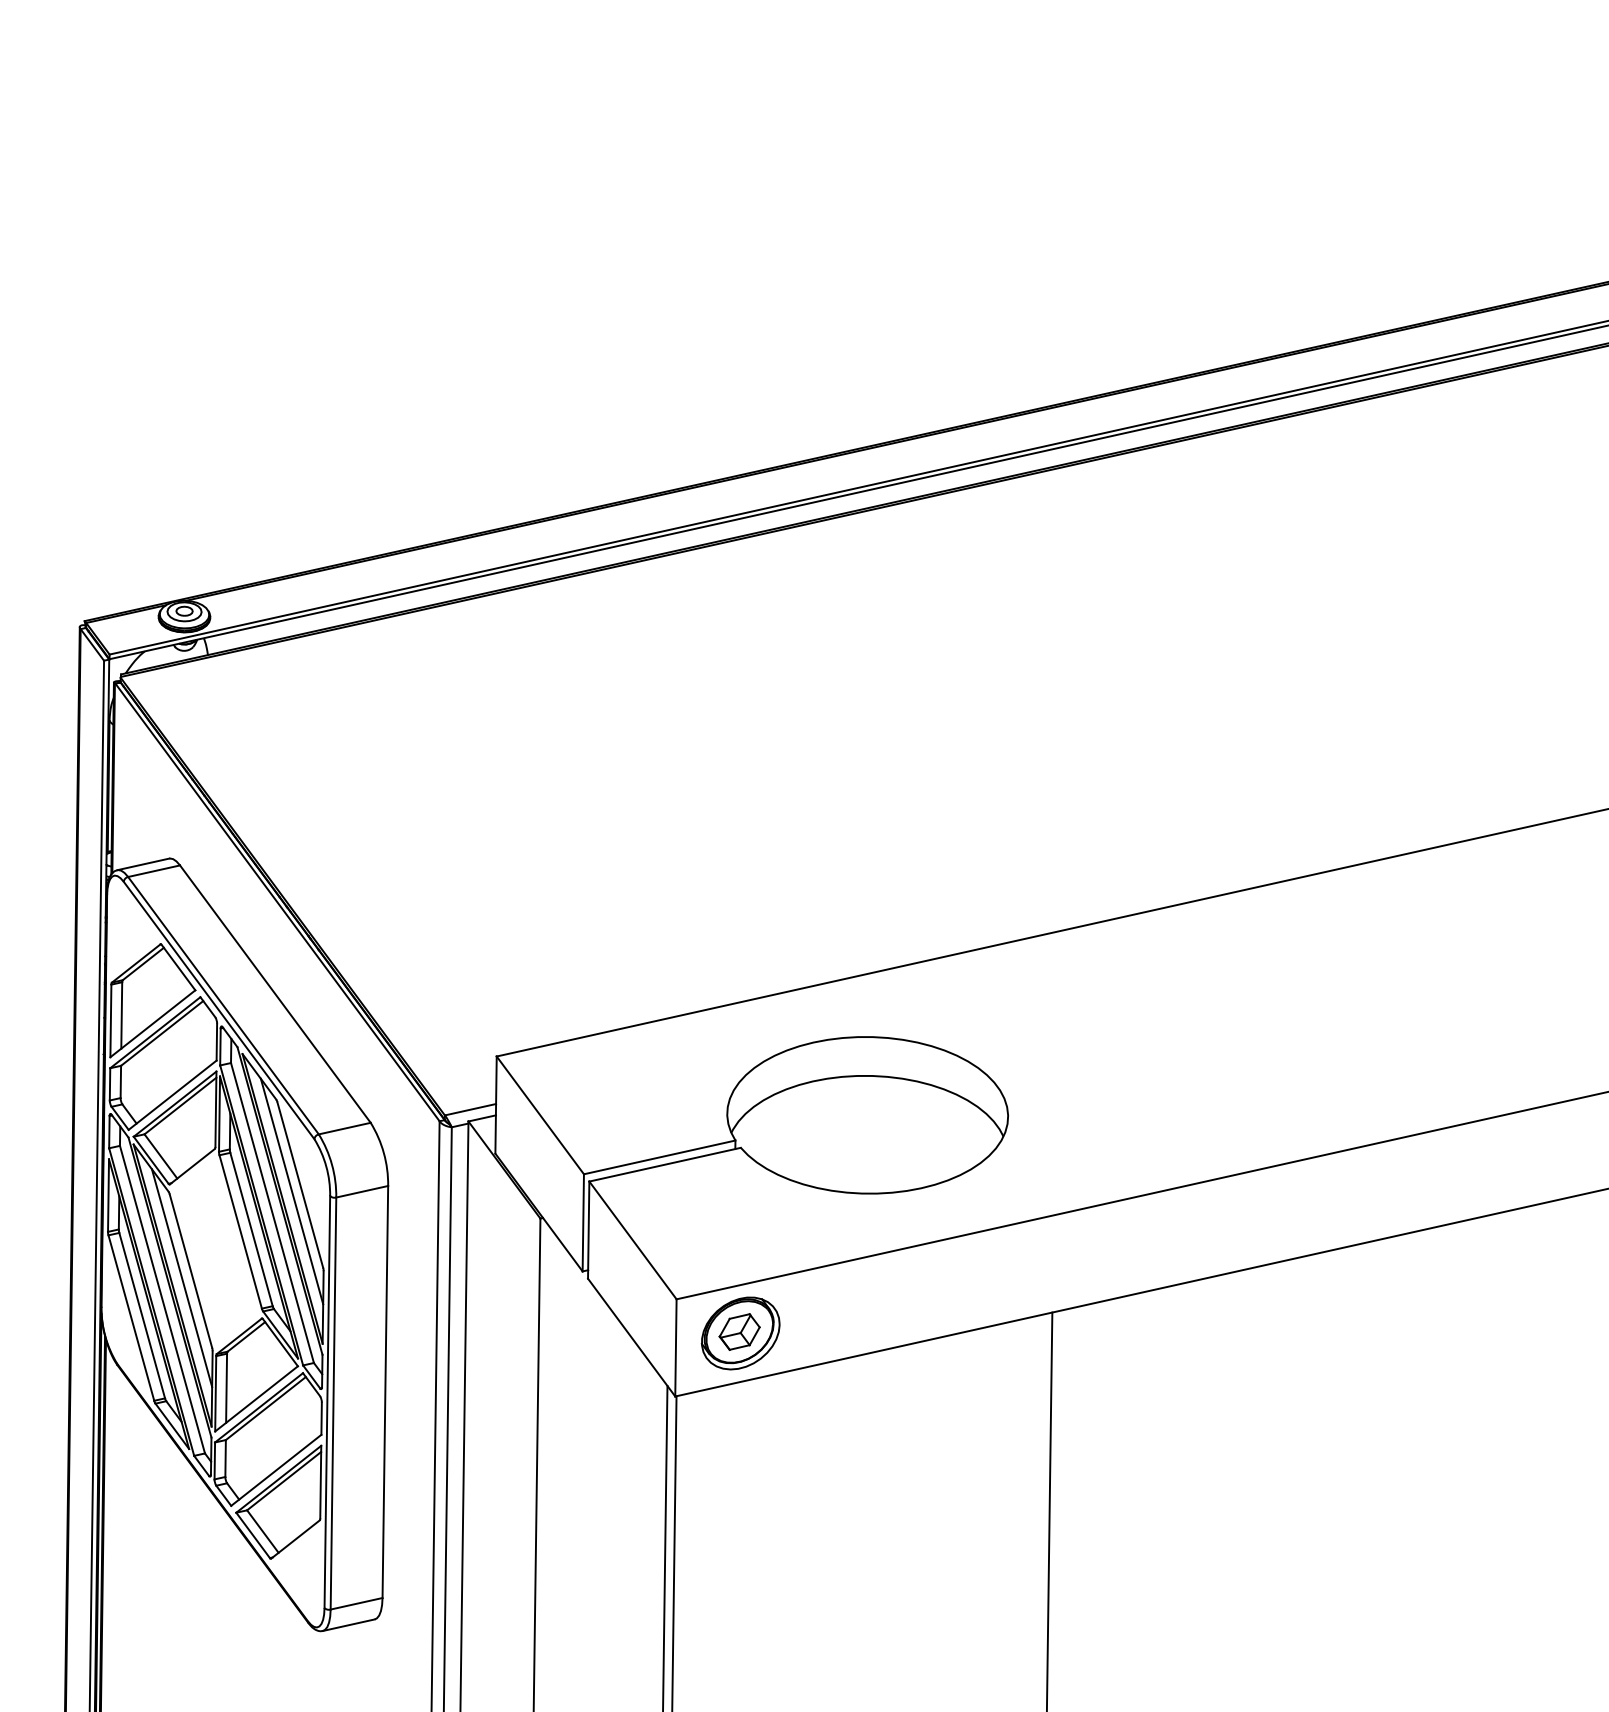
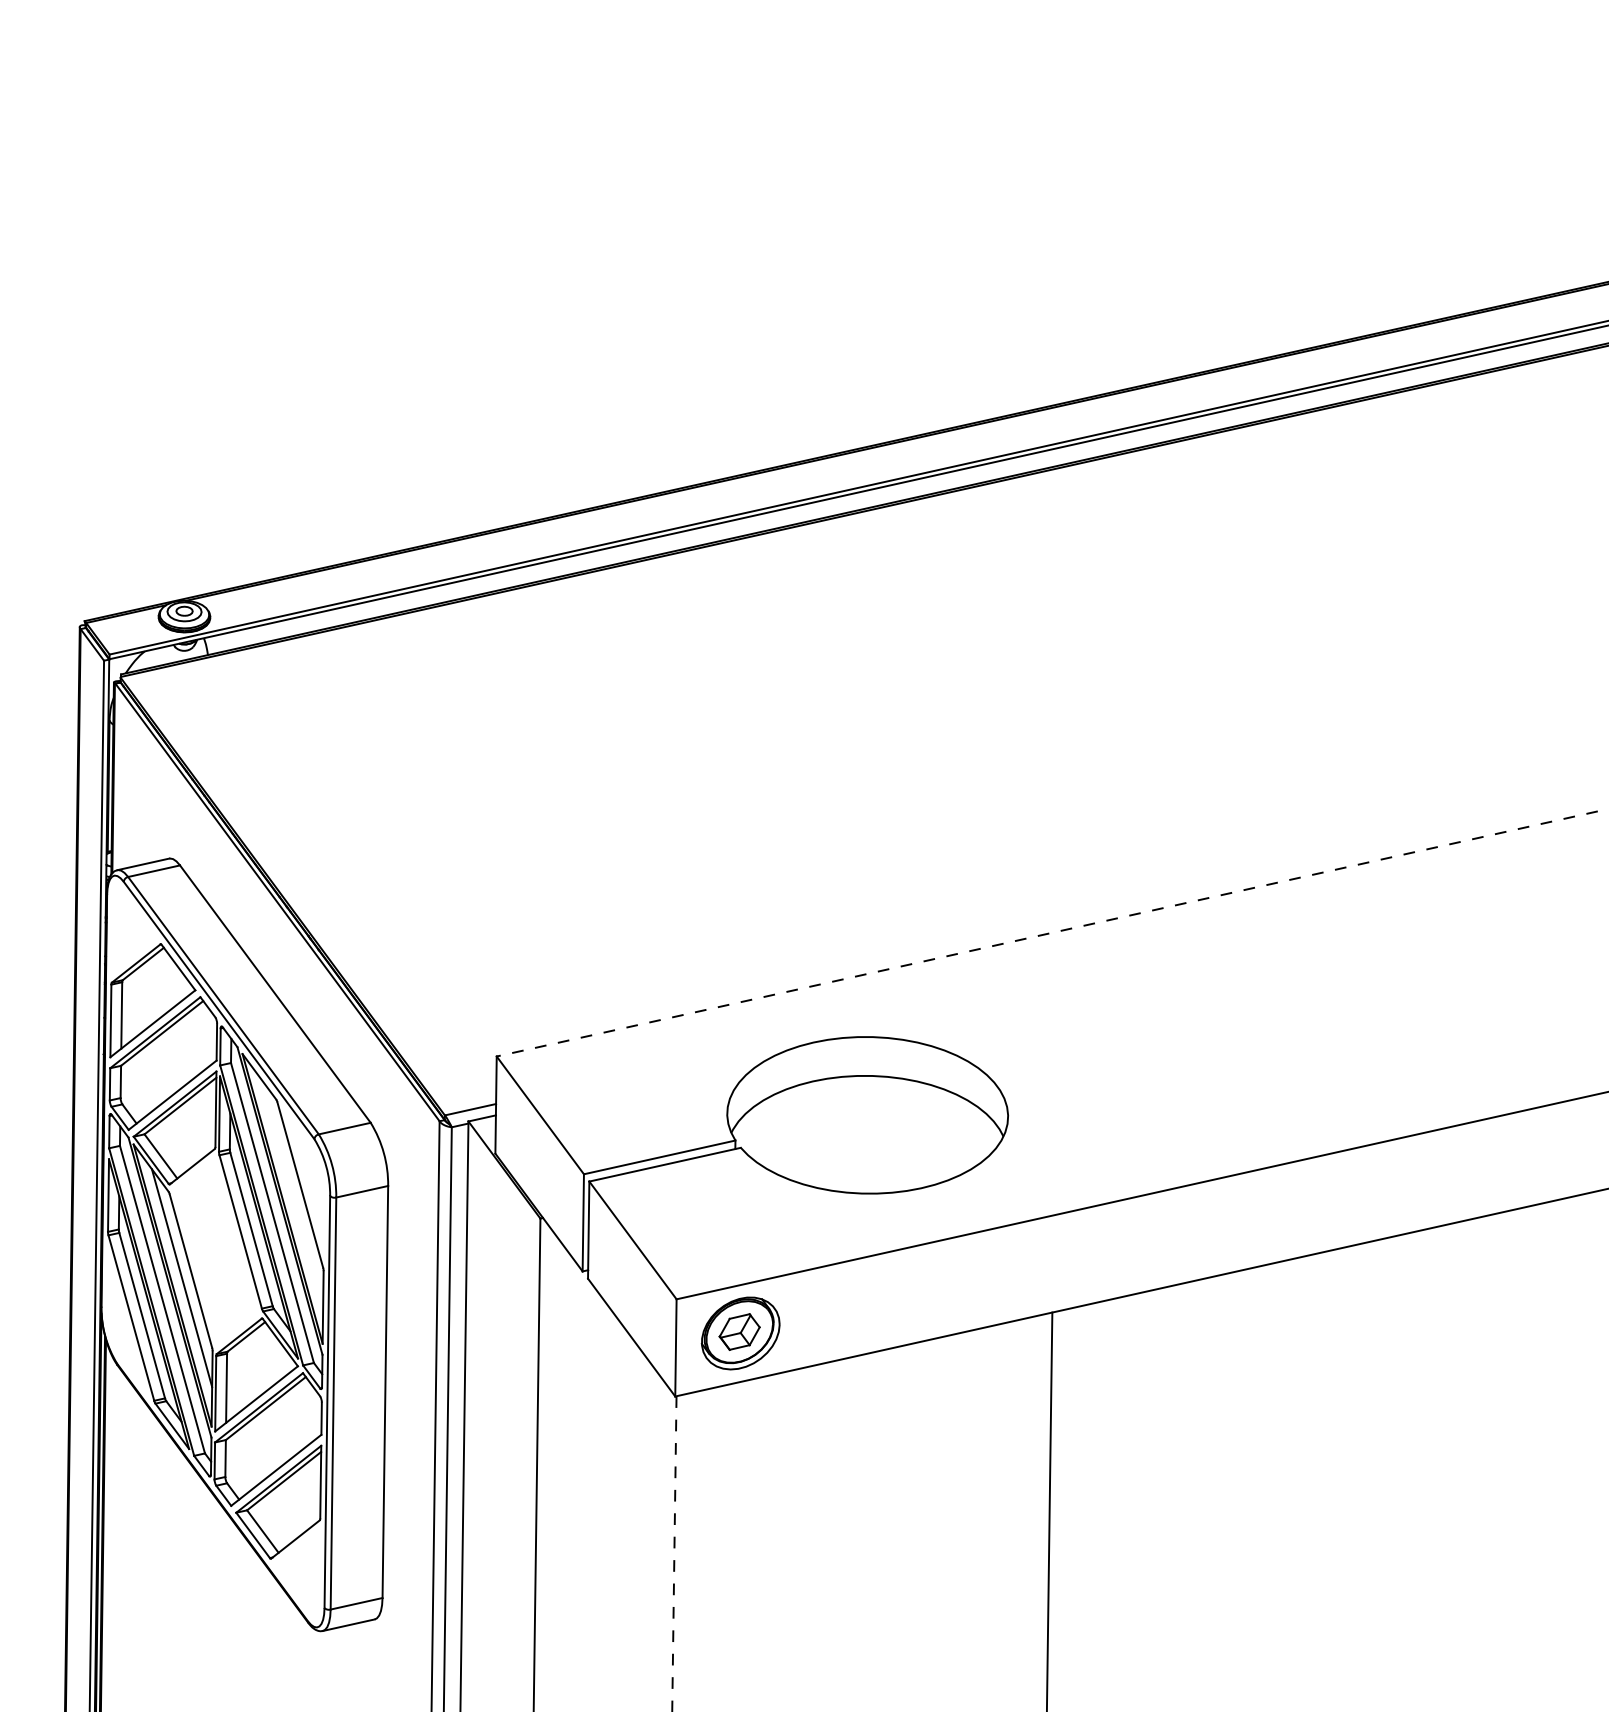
line at (1052, 932): solid -> dashed
line at (291, 1191): present -> none
line at (665, 1546): present -> none
line at (674, 1554): solid -> dashed
